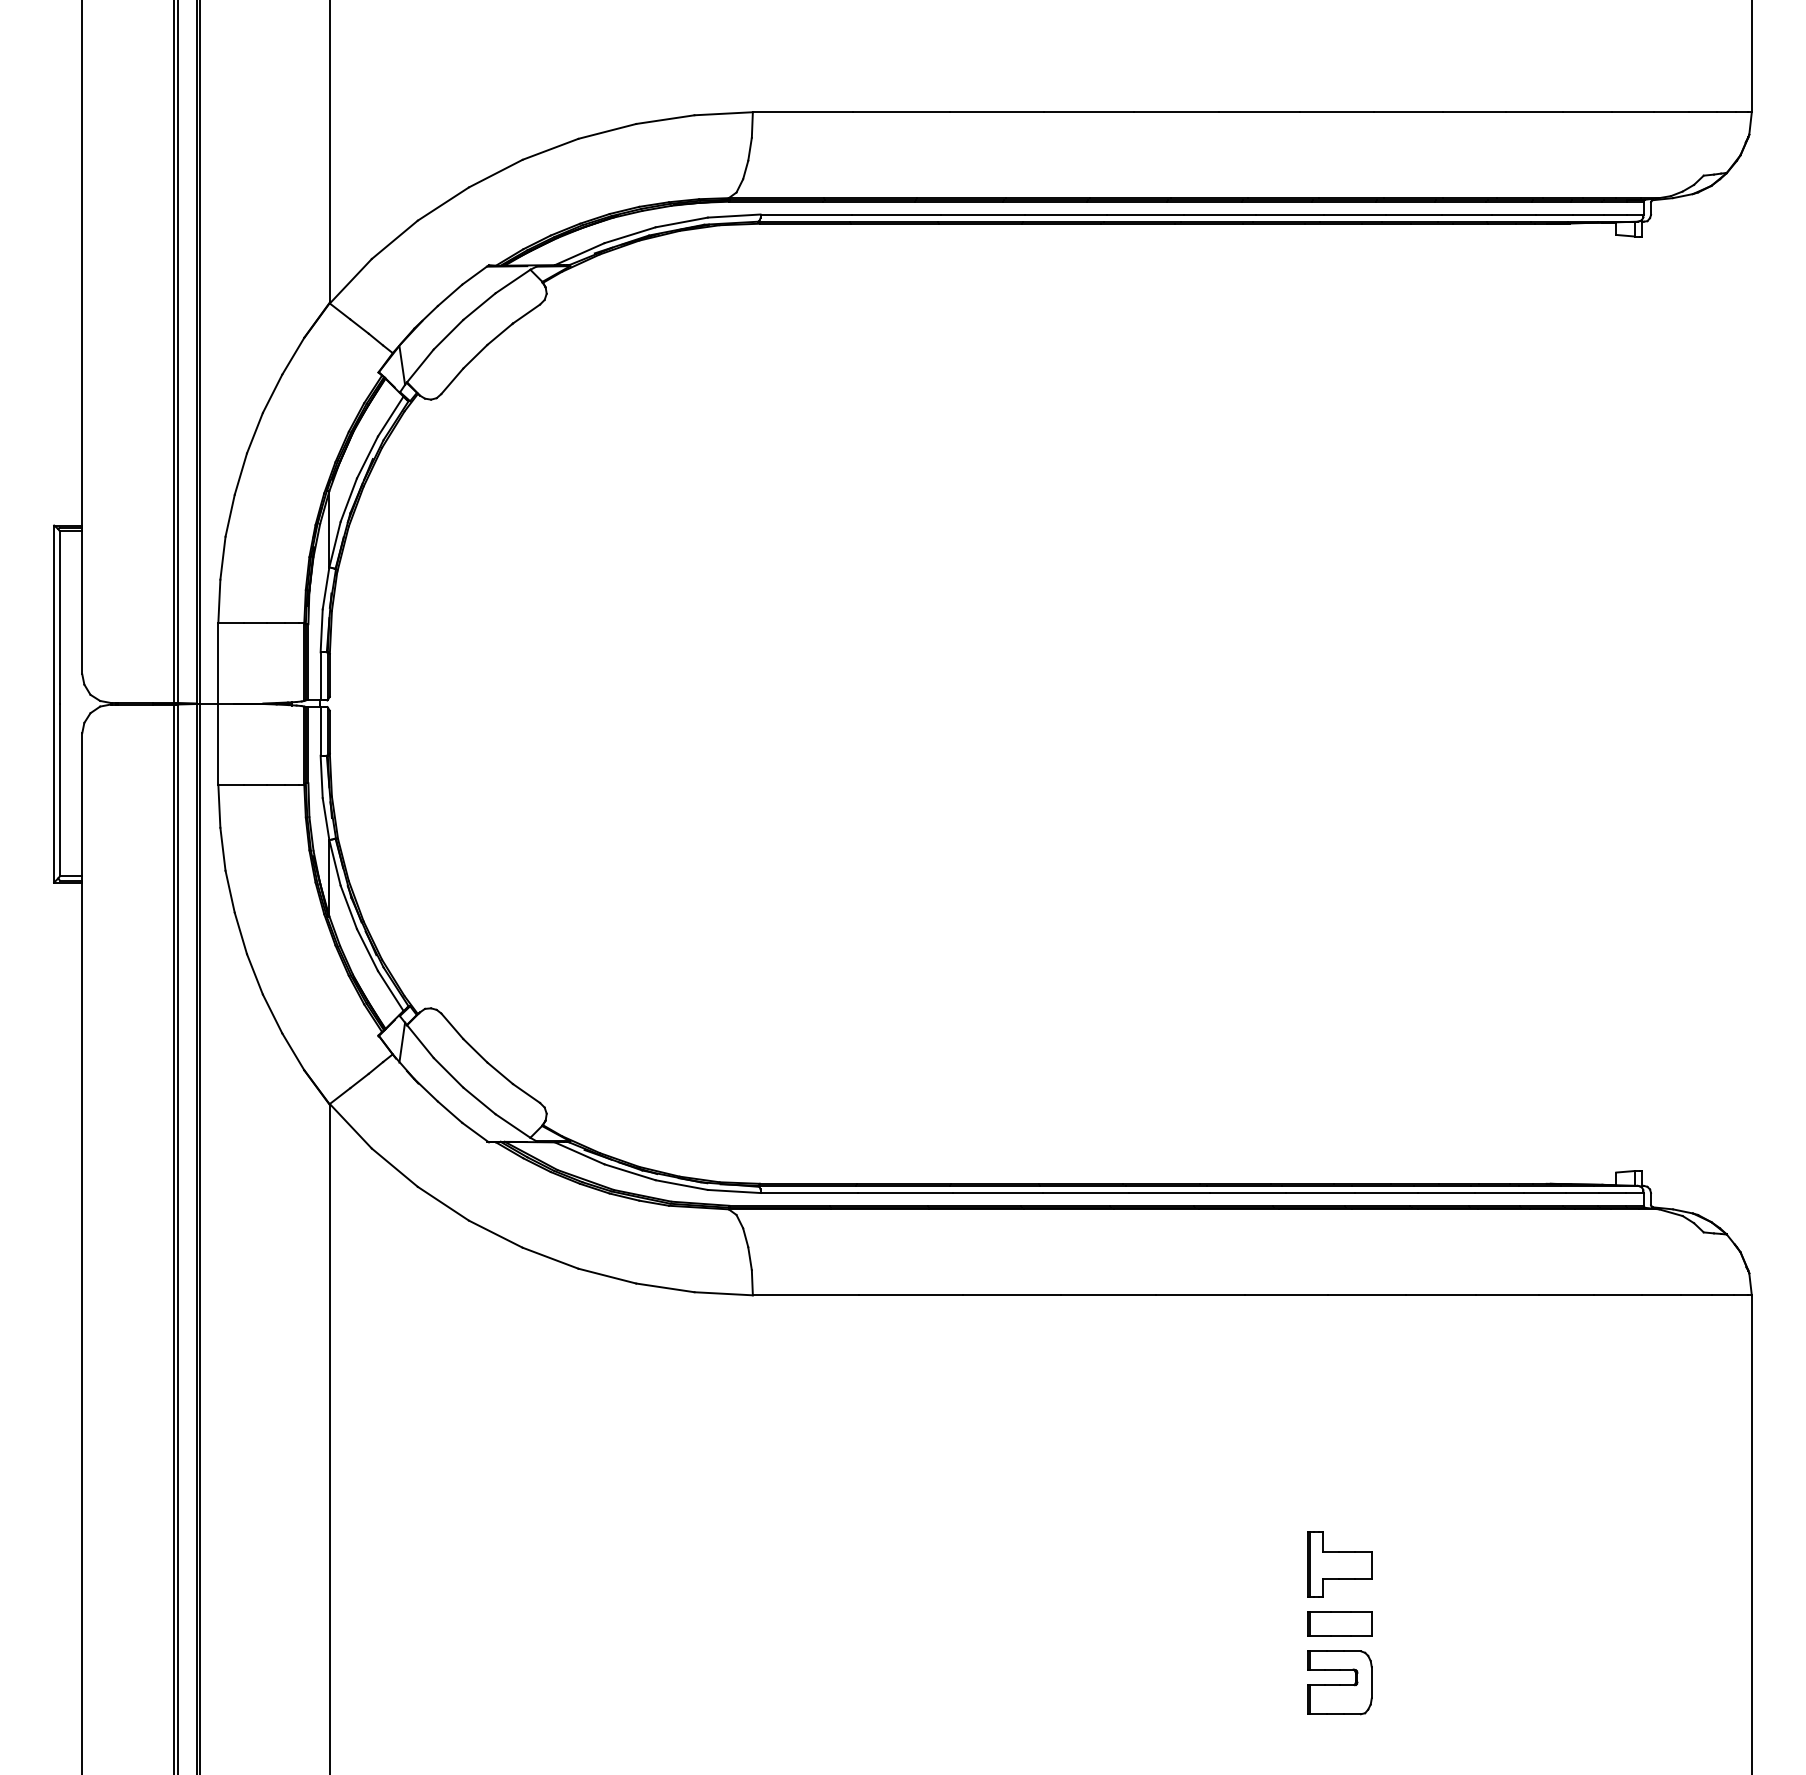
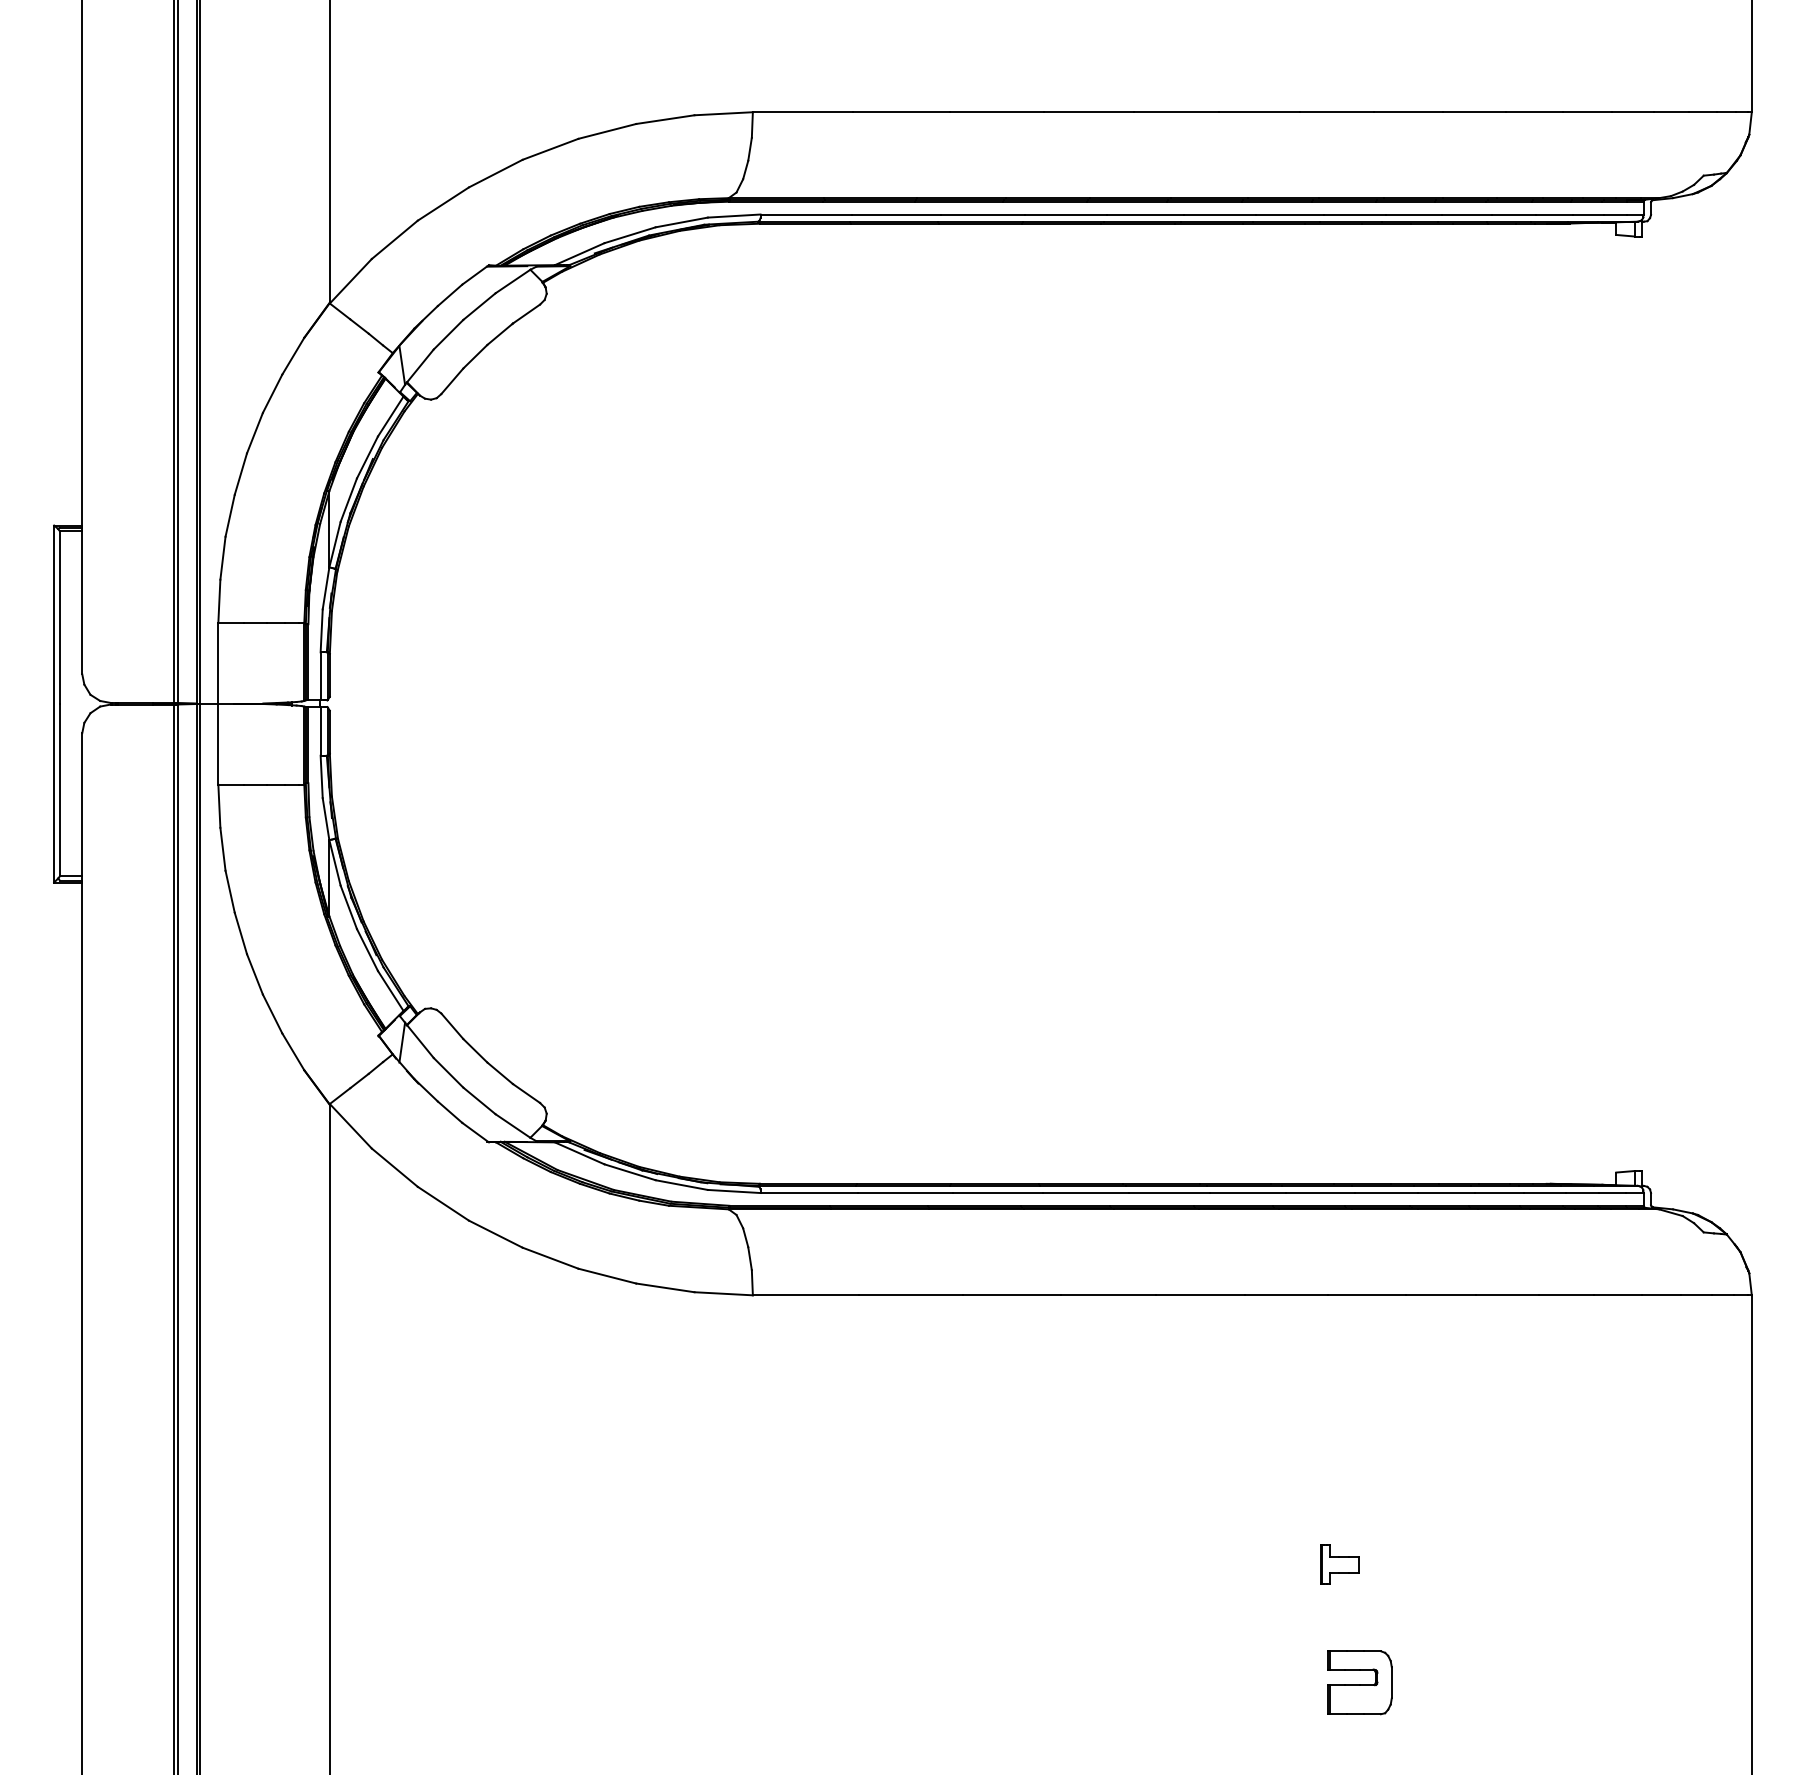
part at (1339, 1564) size: 66x67 px -> 40x41 px
part at (1339, 1623): present -> none
part at (1339, 1682) position: (1339, 1682) -> (1359, 1682)
